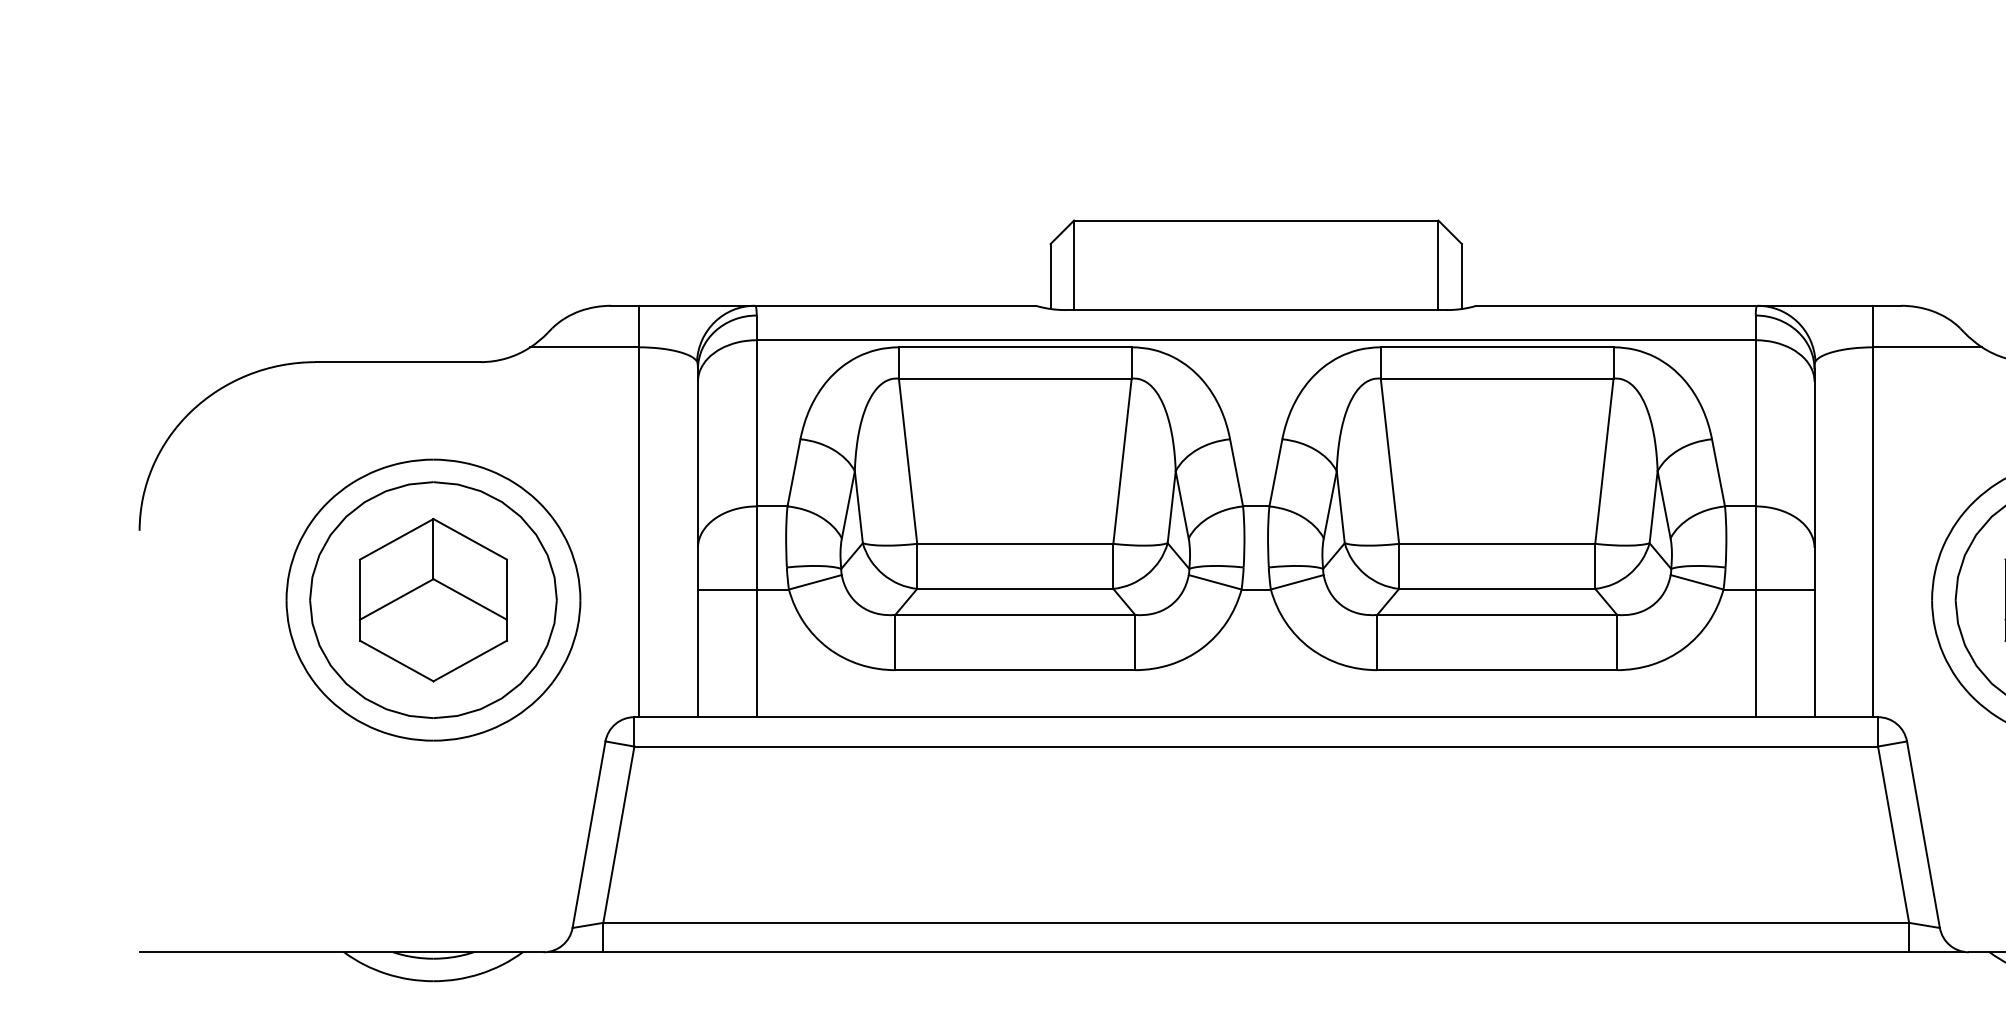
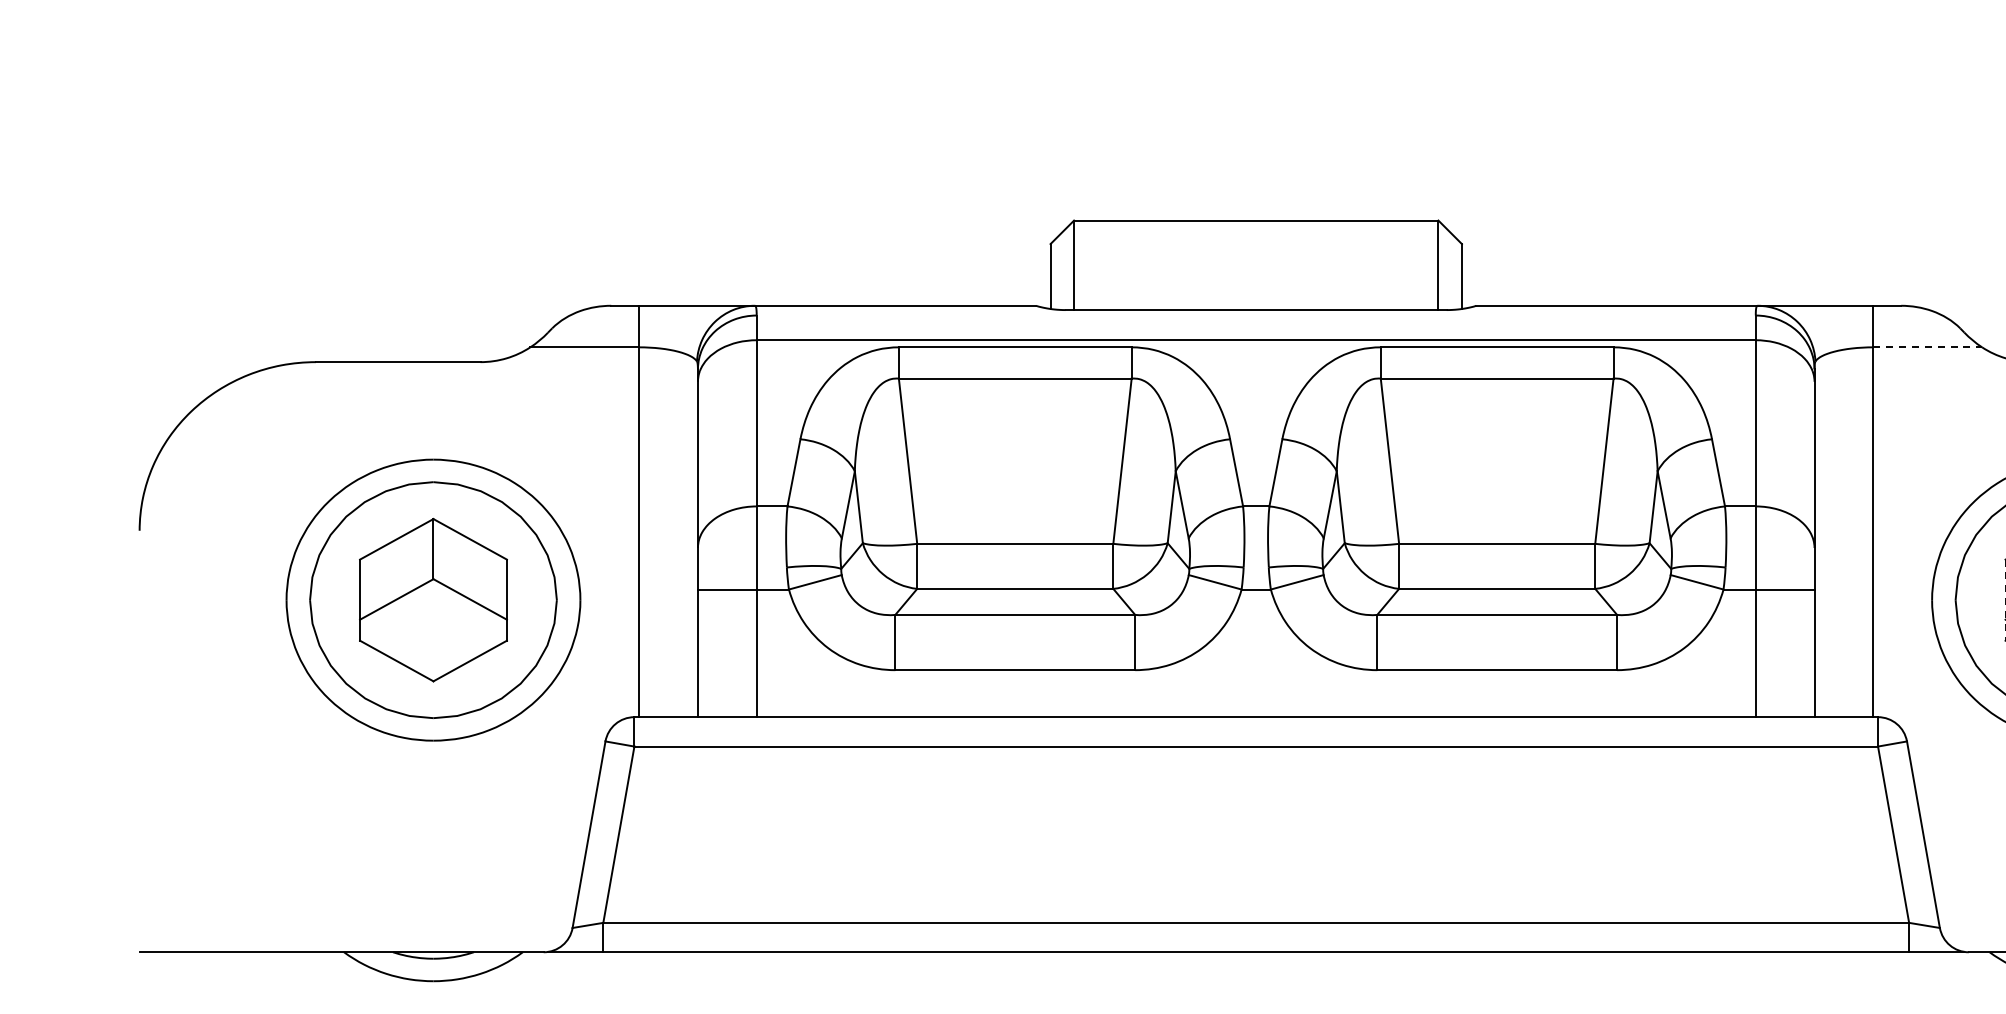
line at (1928, 347): solid -> dashed
line at (2005, 600): solid -> dashed
